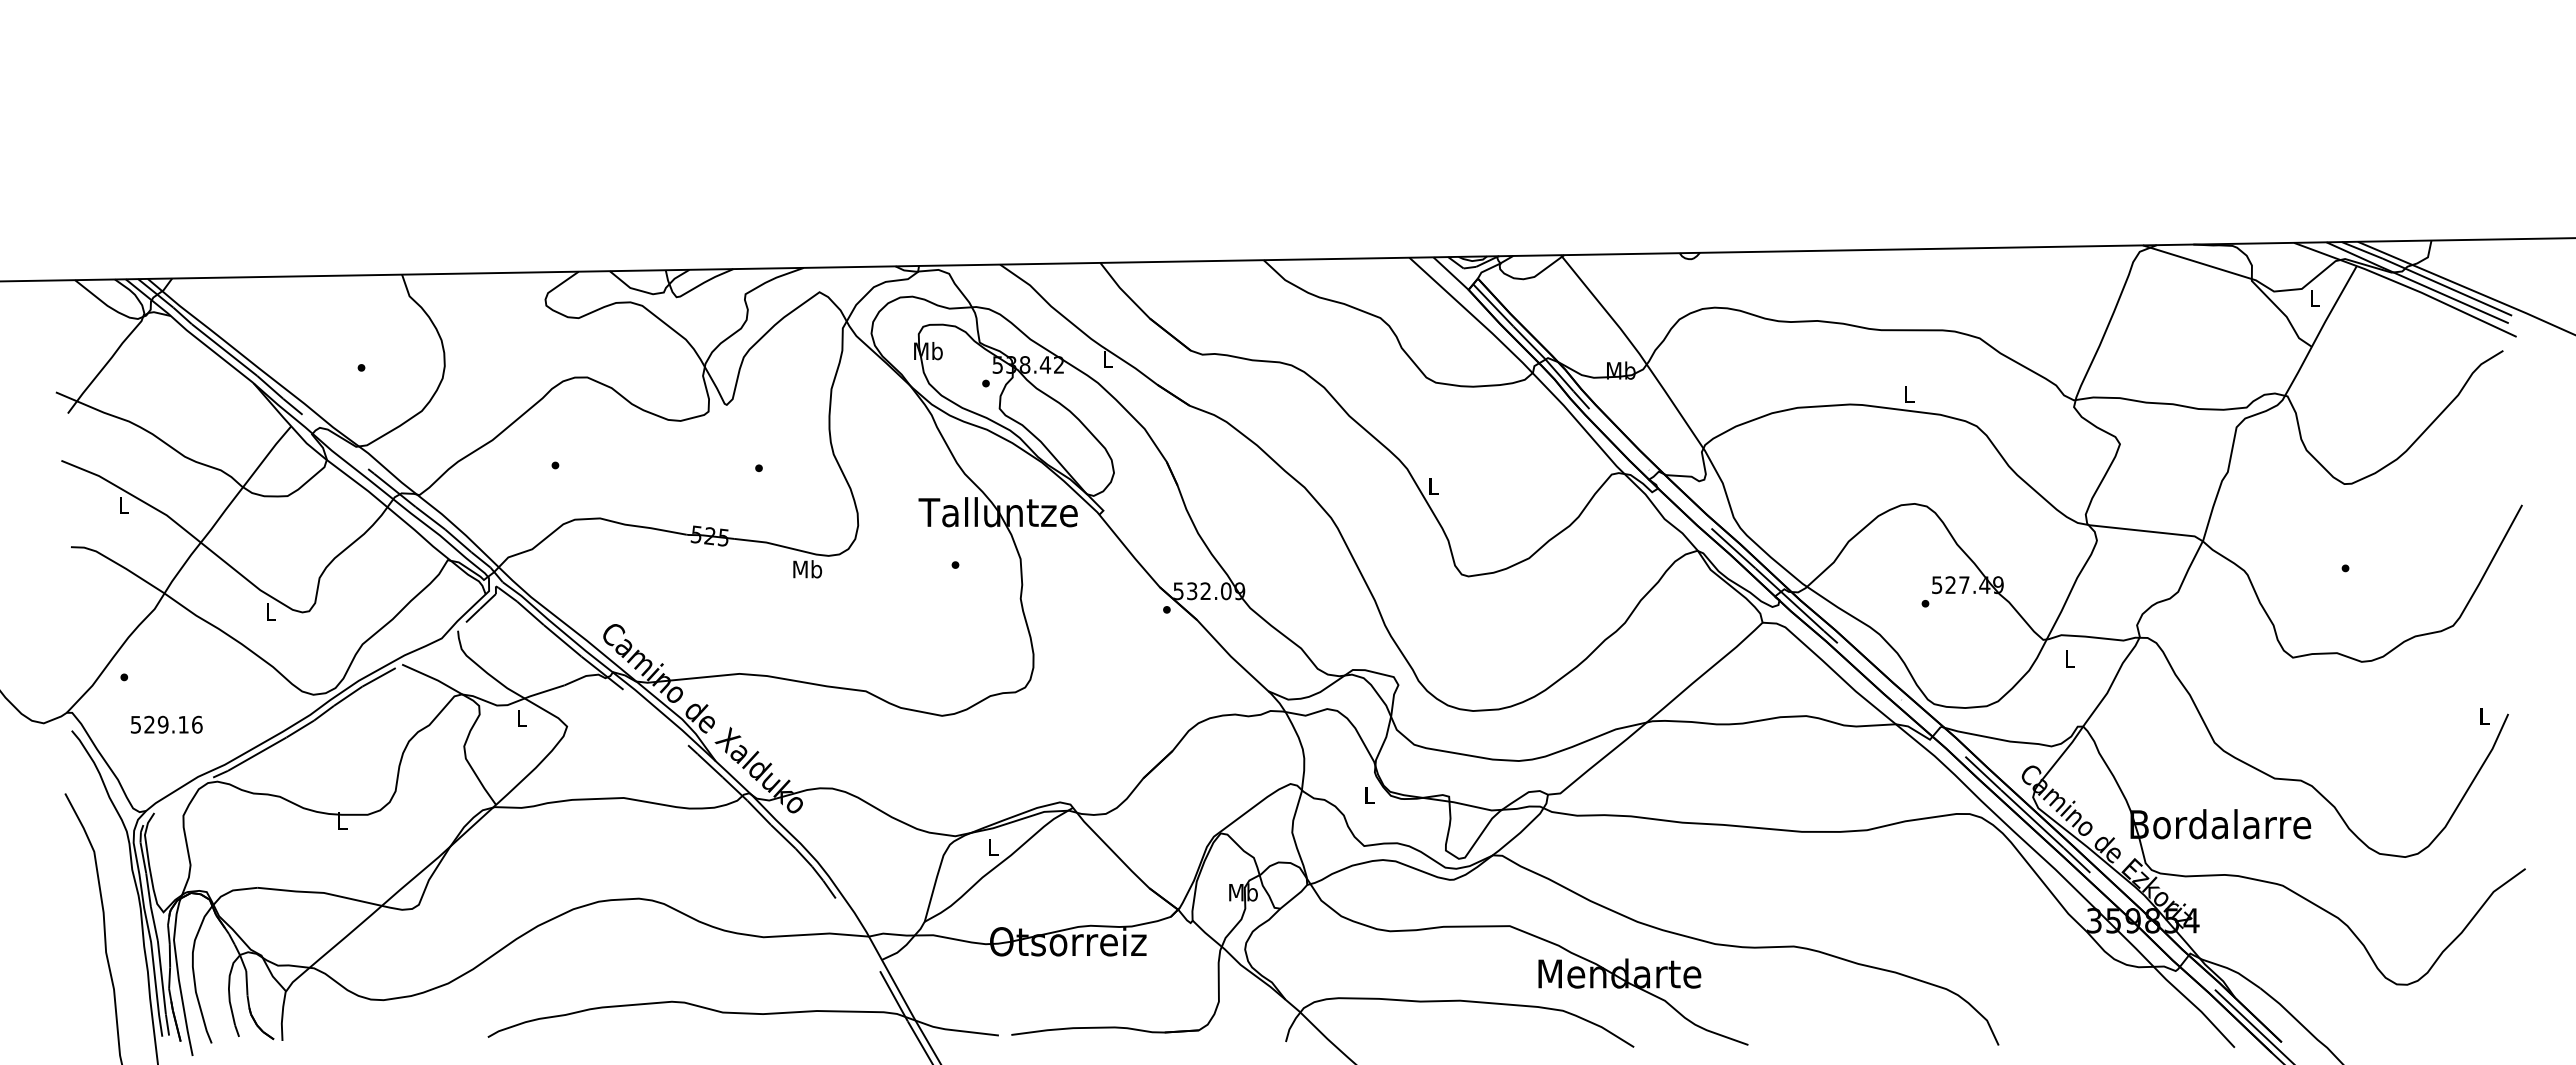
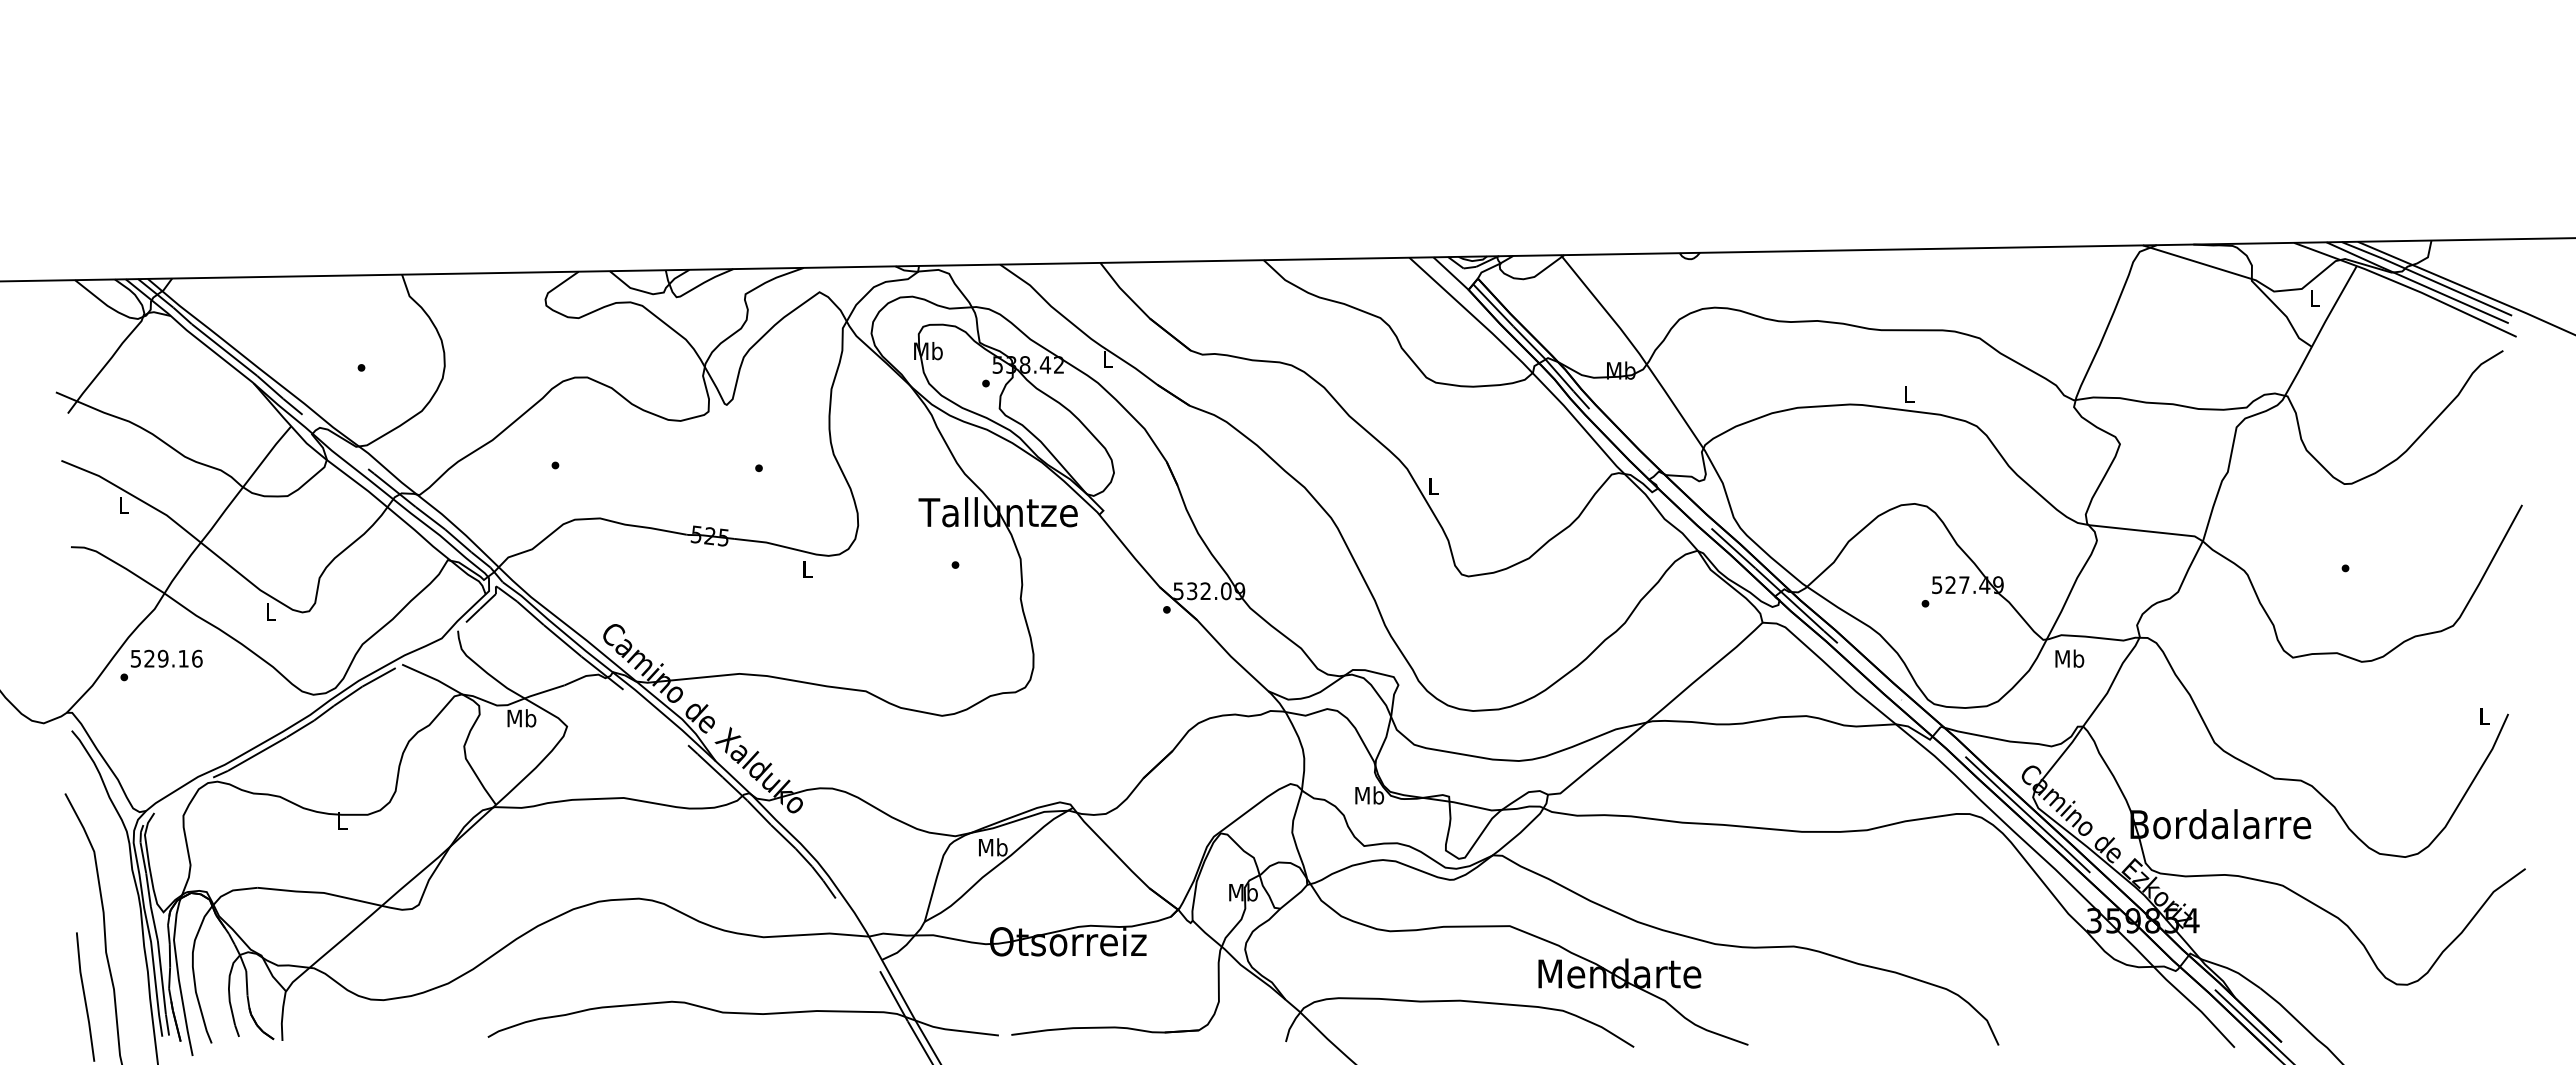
text at (807, 569): Mb -> L
text at (2069, 658): L -> Mb
text at (521, 718): L -> Mb
text at (166, 724) position: (166, 724) -> (166, 658)
text at (1369, 795): L -> Mb
text at (993, 847): L -> Mb
line at (85, 996): none -> present
